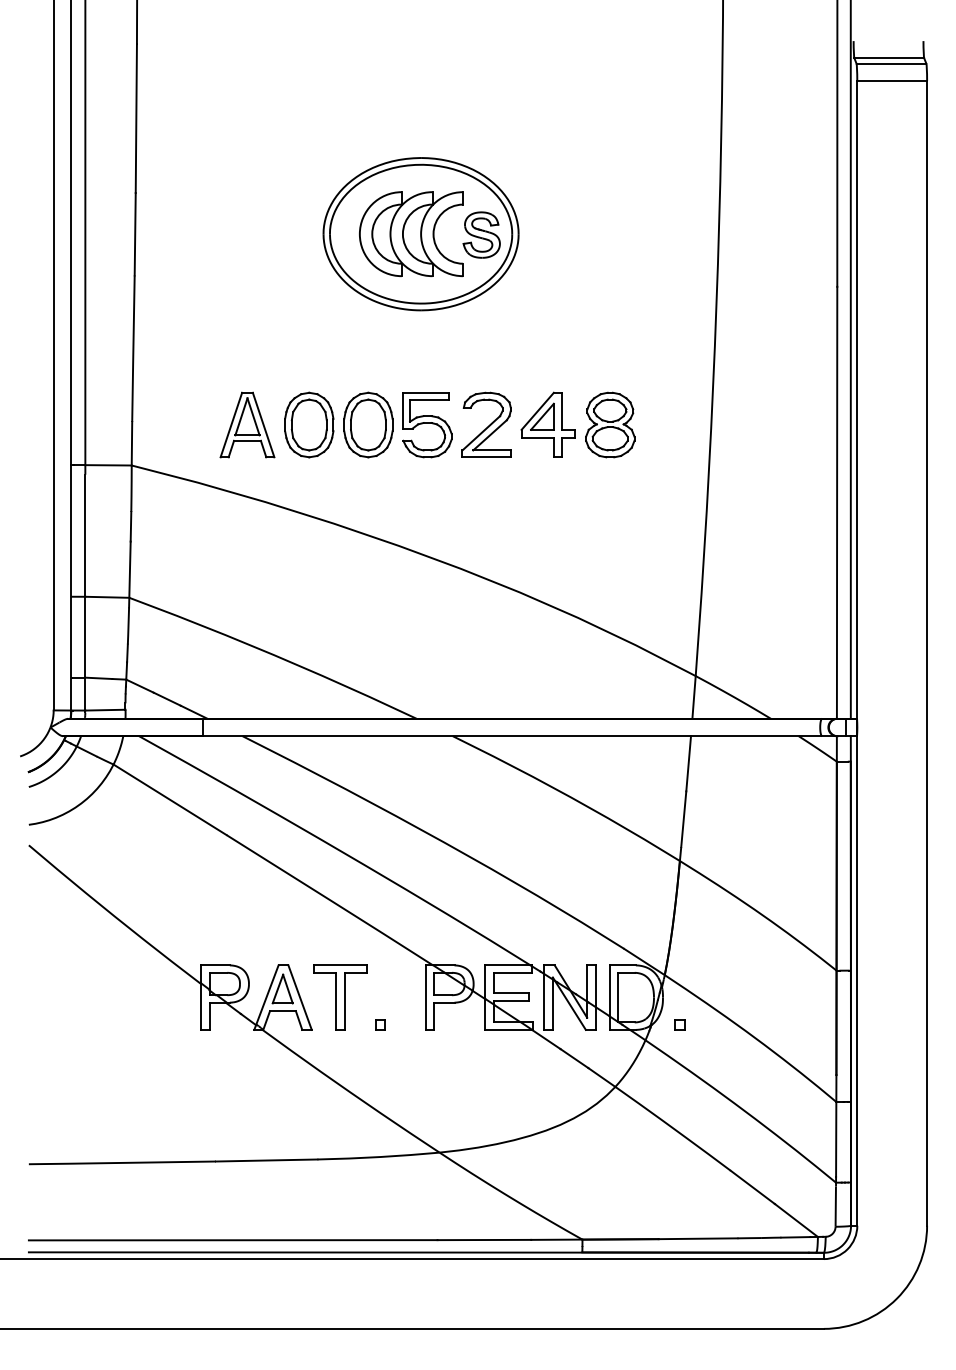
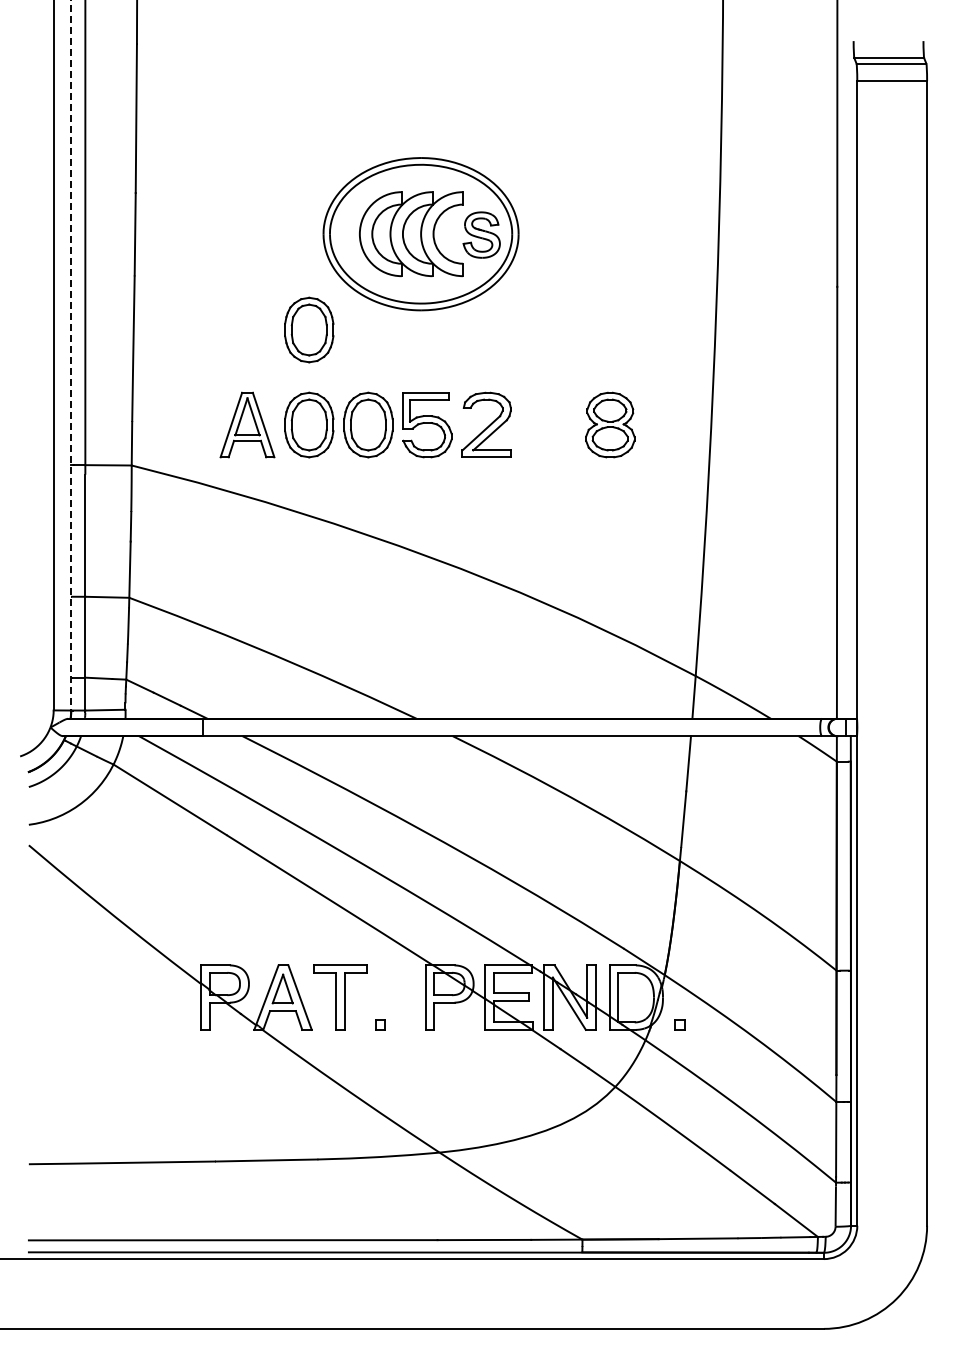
part at (309, 329): none -> present
line at (71, 355): solid -> dashed
line at (850, 360): present -> none
part at (547, 424): present -> none
